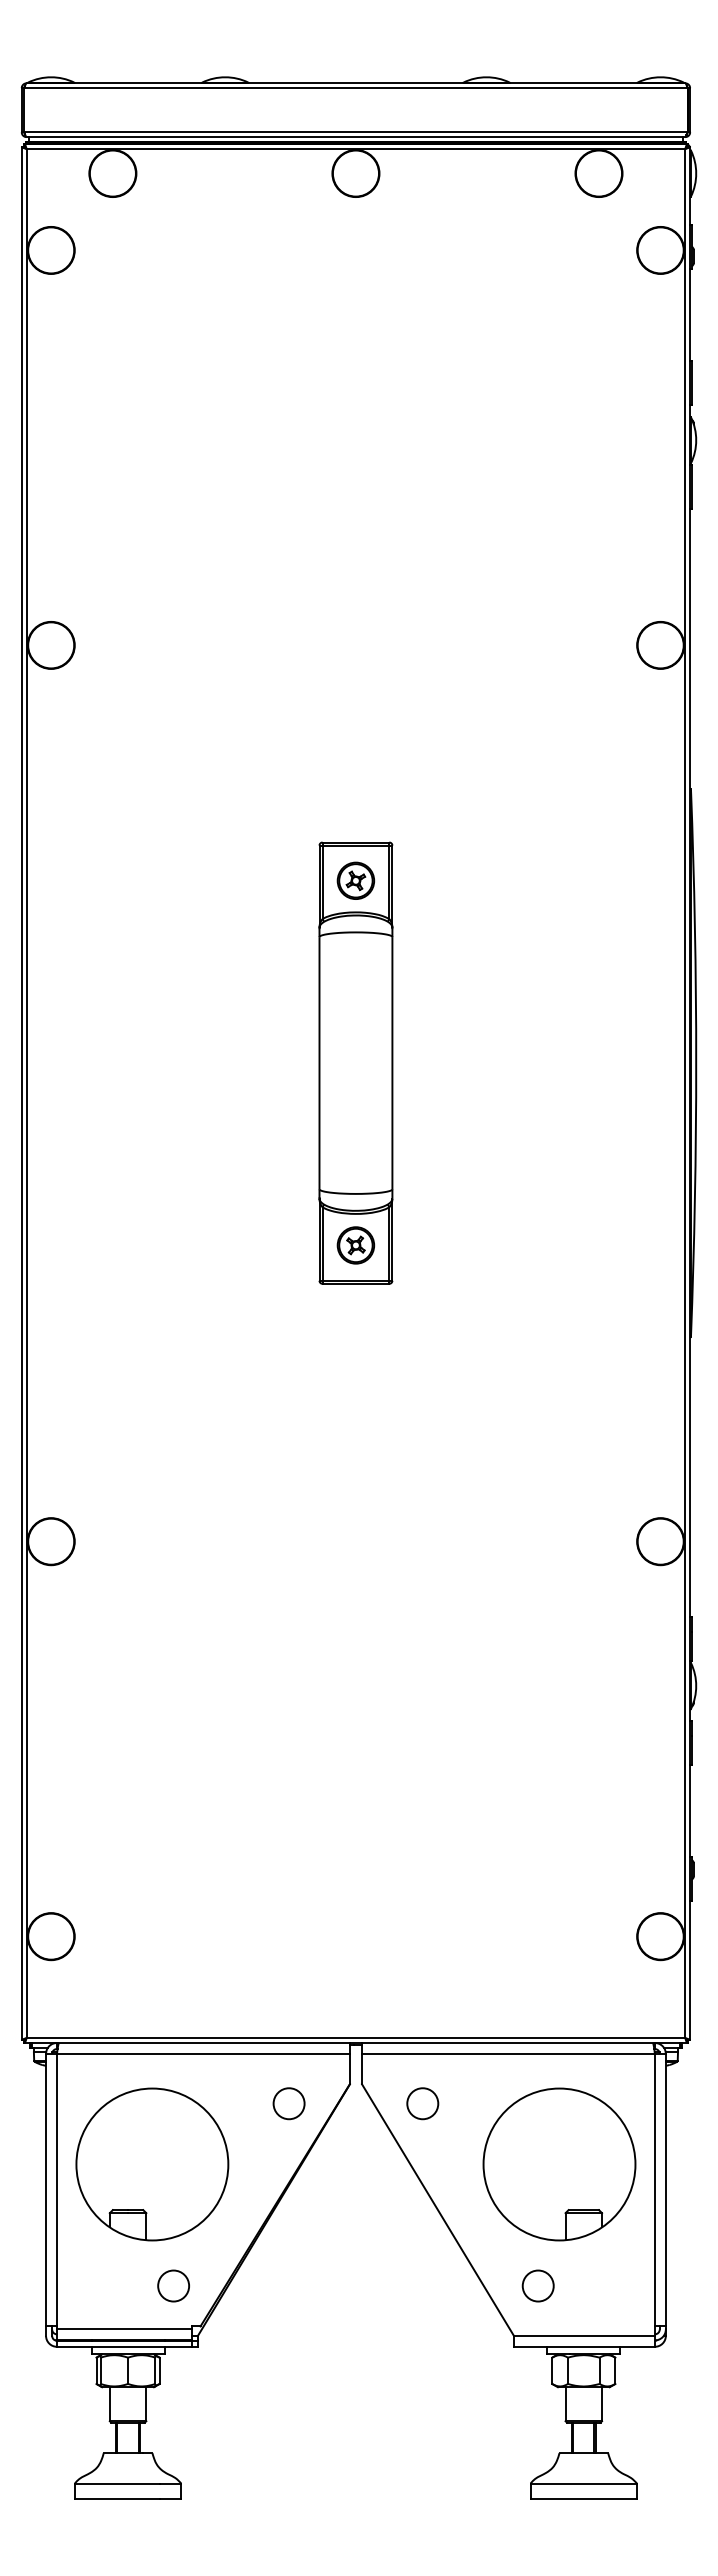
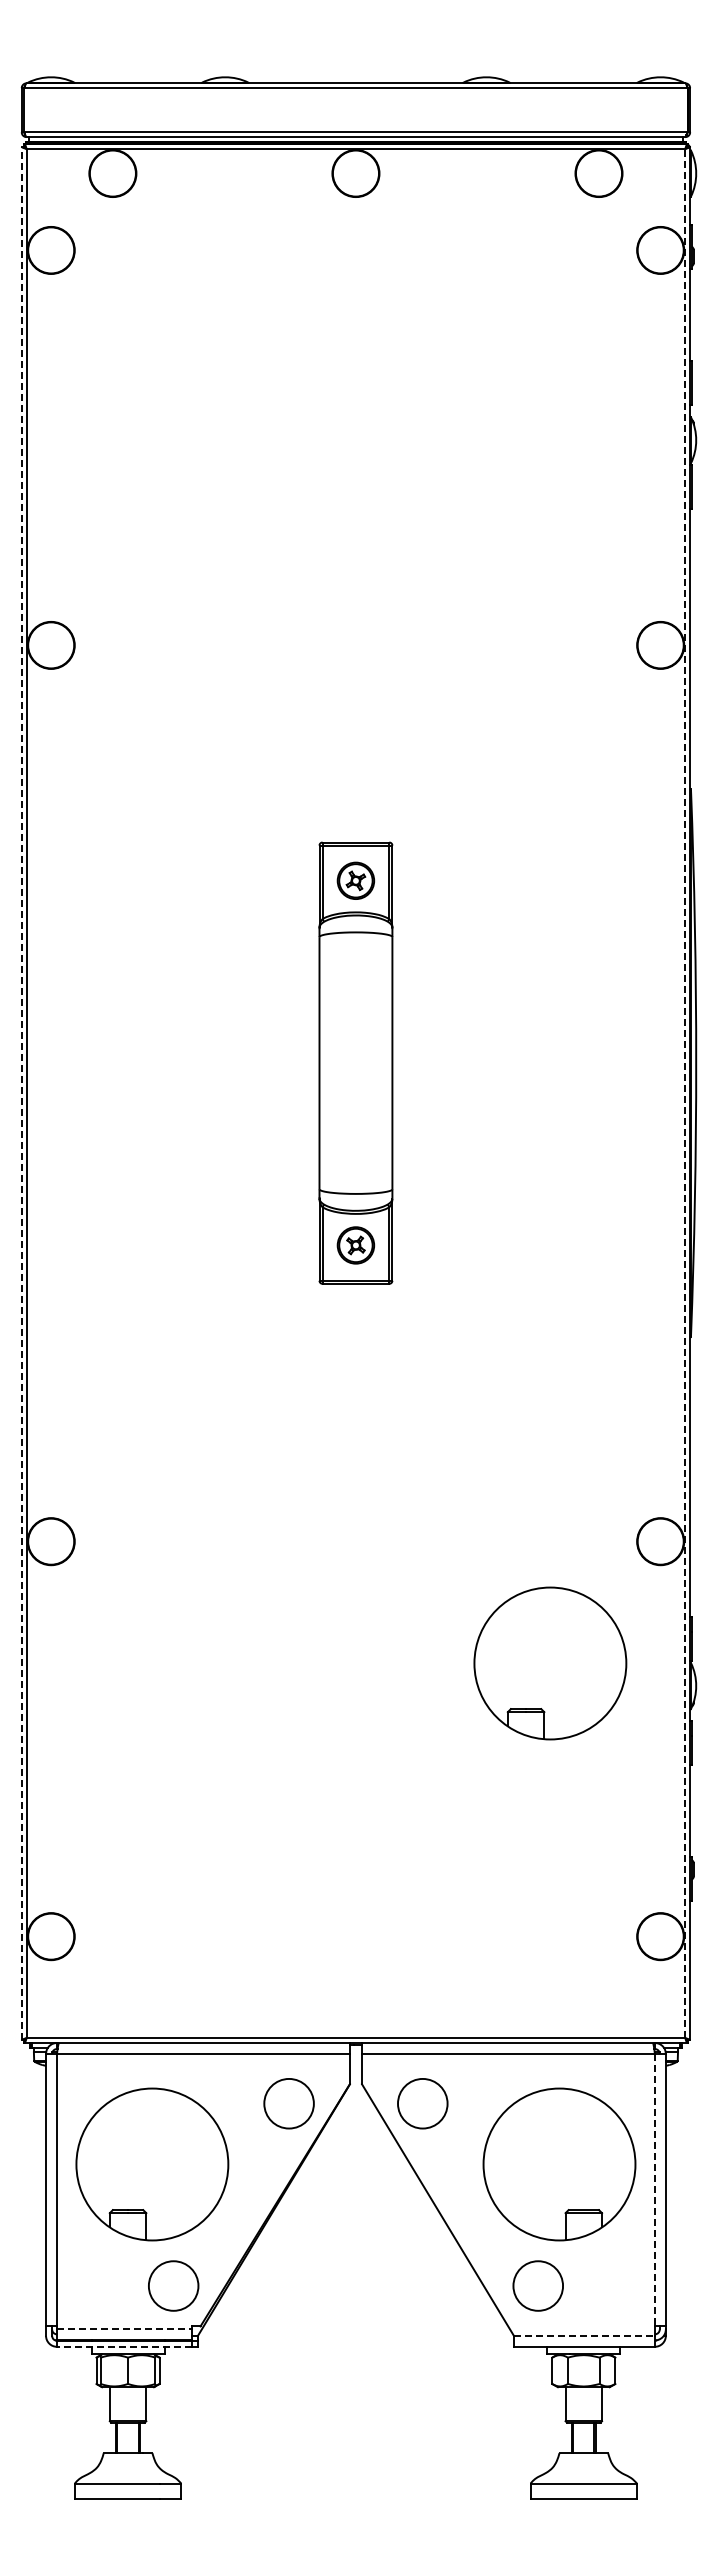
line at (21, 1093): solid -> dashed
line at (685, 1093): solid -> dashed
part at (550, 1663): none -> present
circle at (288, 2103) diameter: 31 px -> 50 px
circle at (422, 2103) diameter: 31 px -> 50 px
line at (654, 2190): solid -> dashed
circle at (173, 2285) diameter: 31 px -> 50 px
circle at (537, 2285) diameter: 31 px -> 50 px
line at (124, 2329): solid -> dashed
line at (584, 2335): solid -> dashed
line at (123, 2346): solid -> dashed
